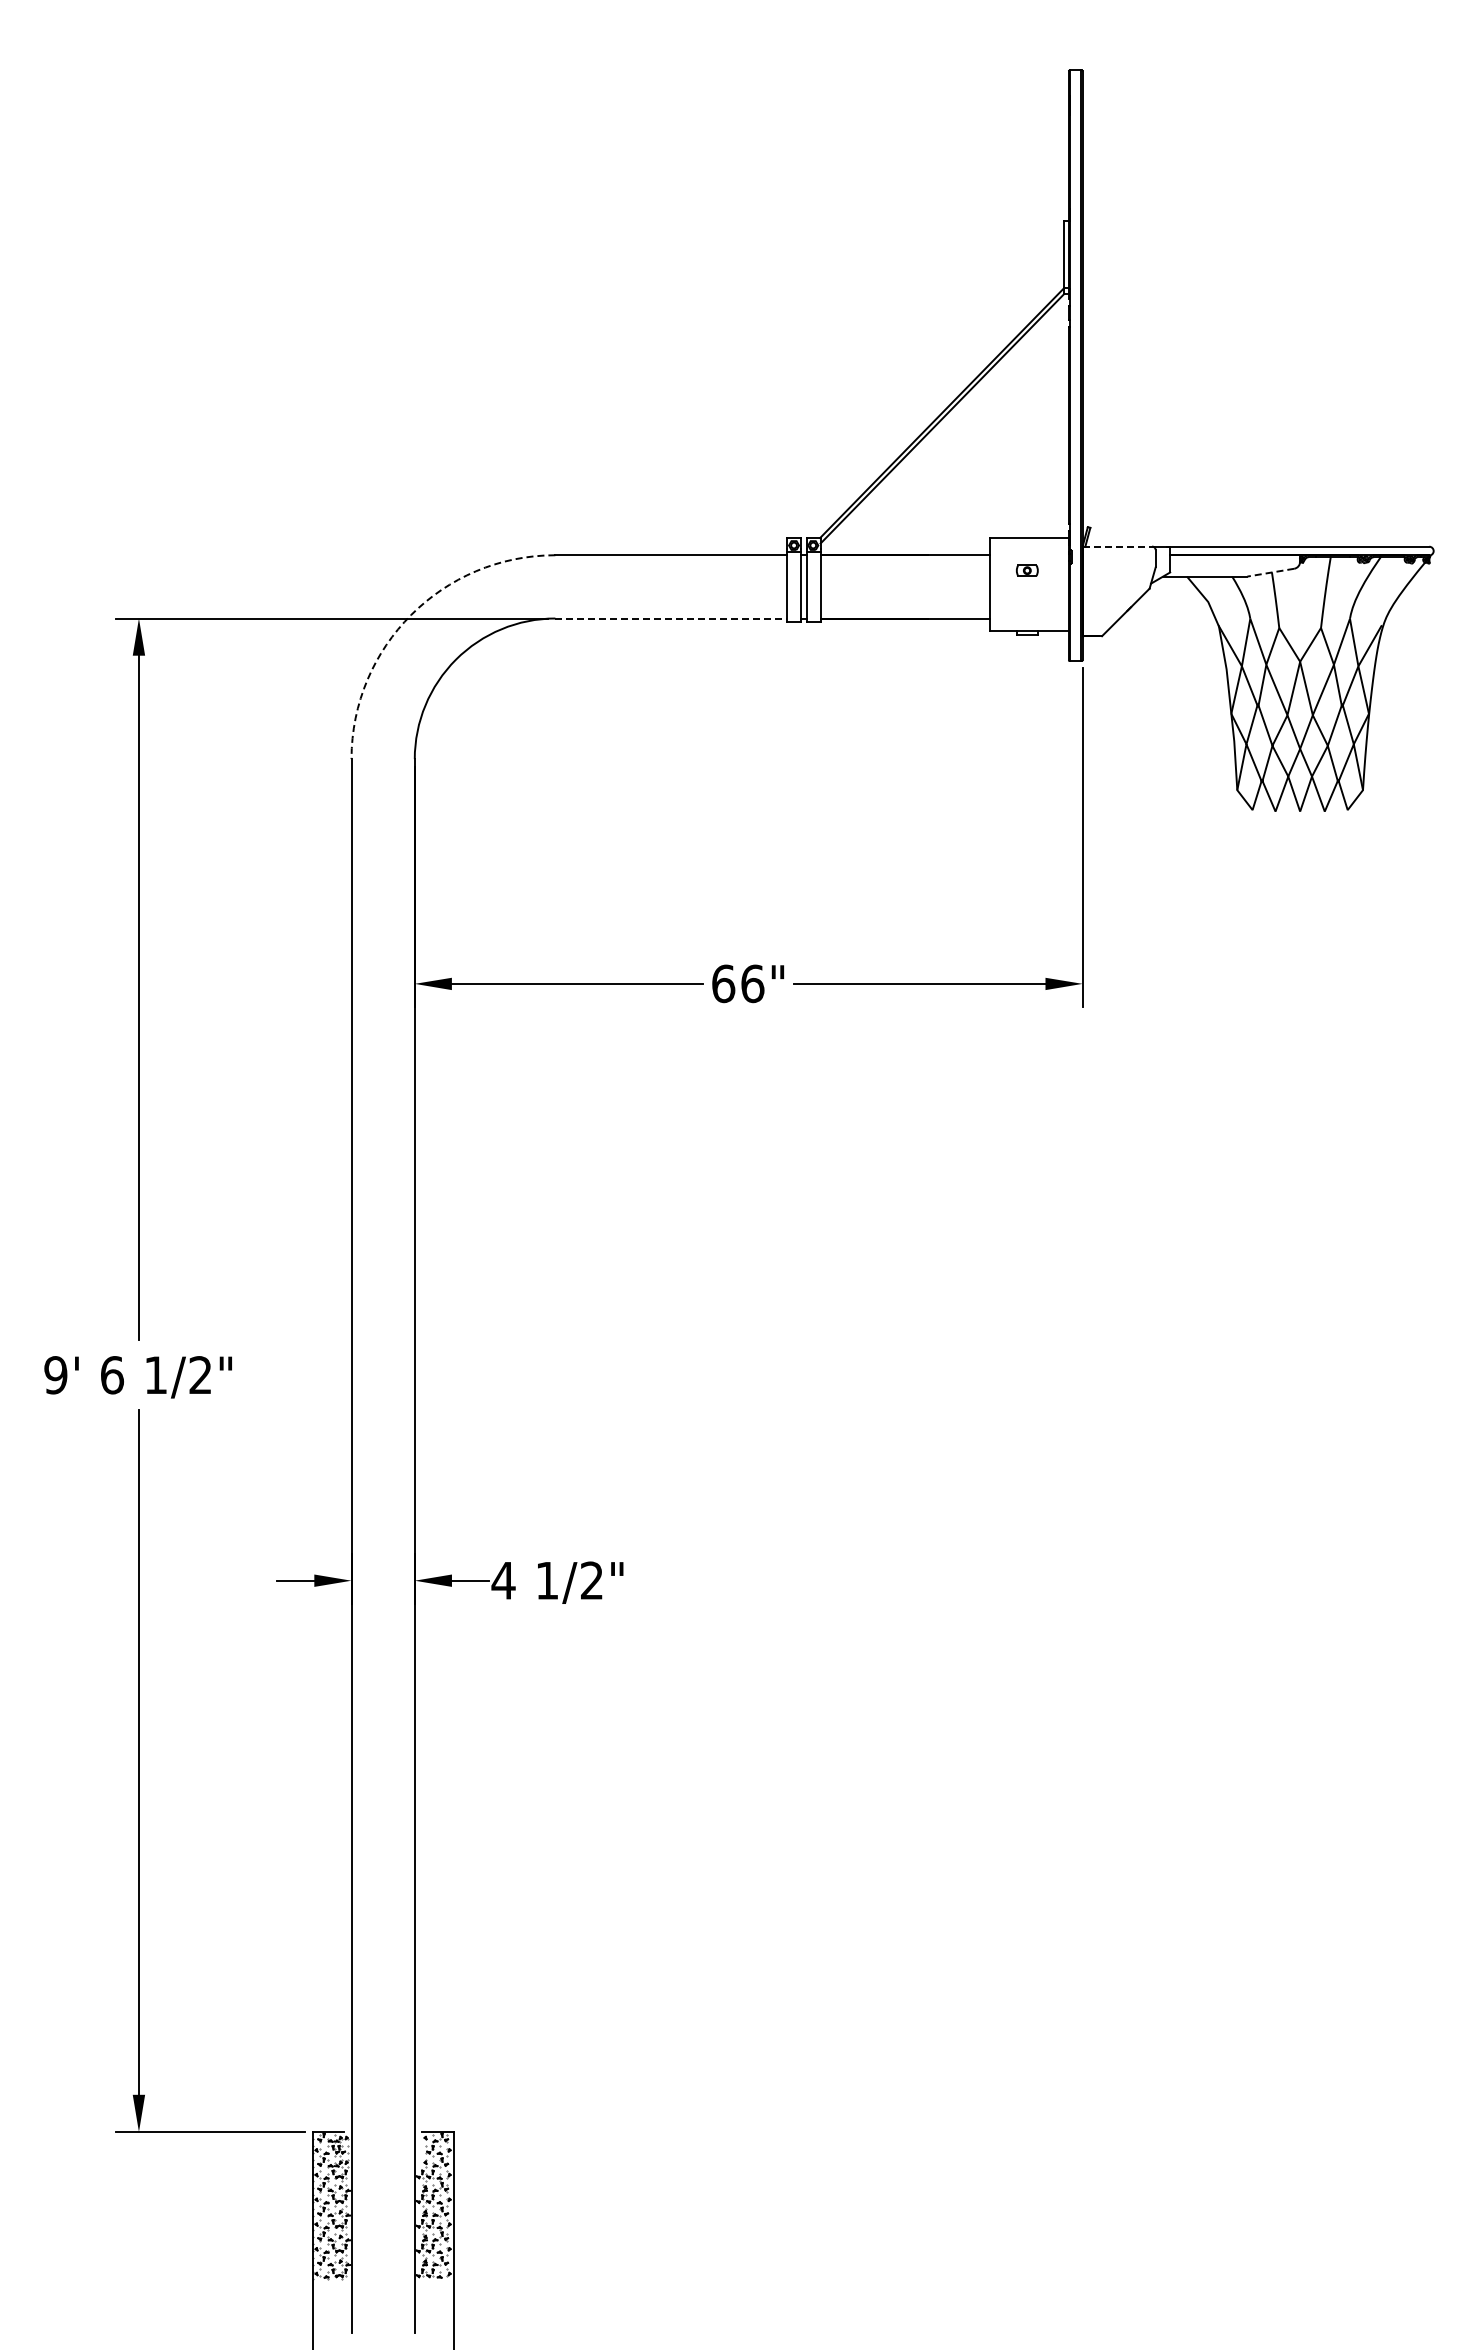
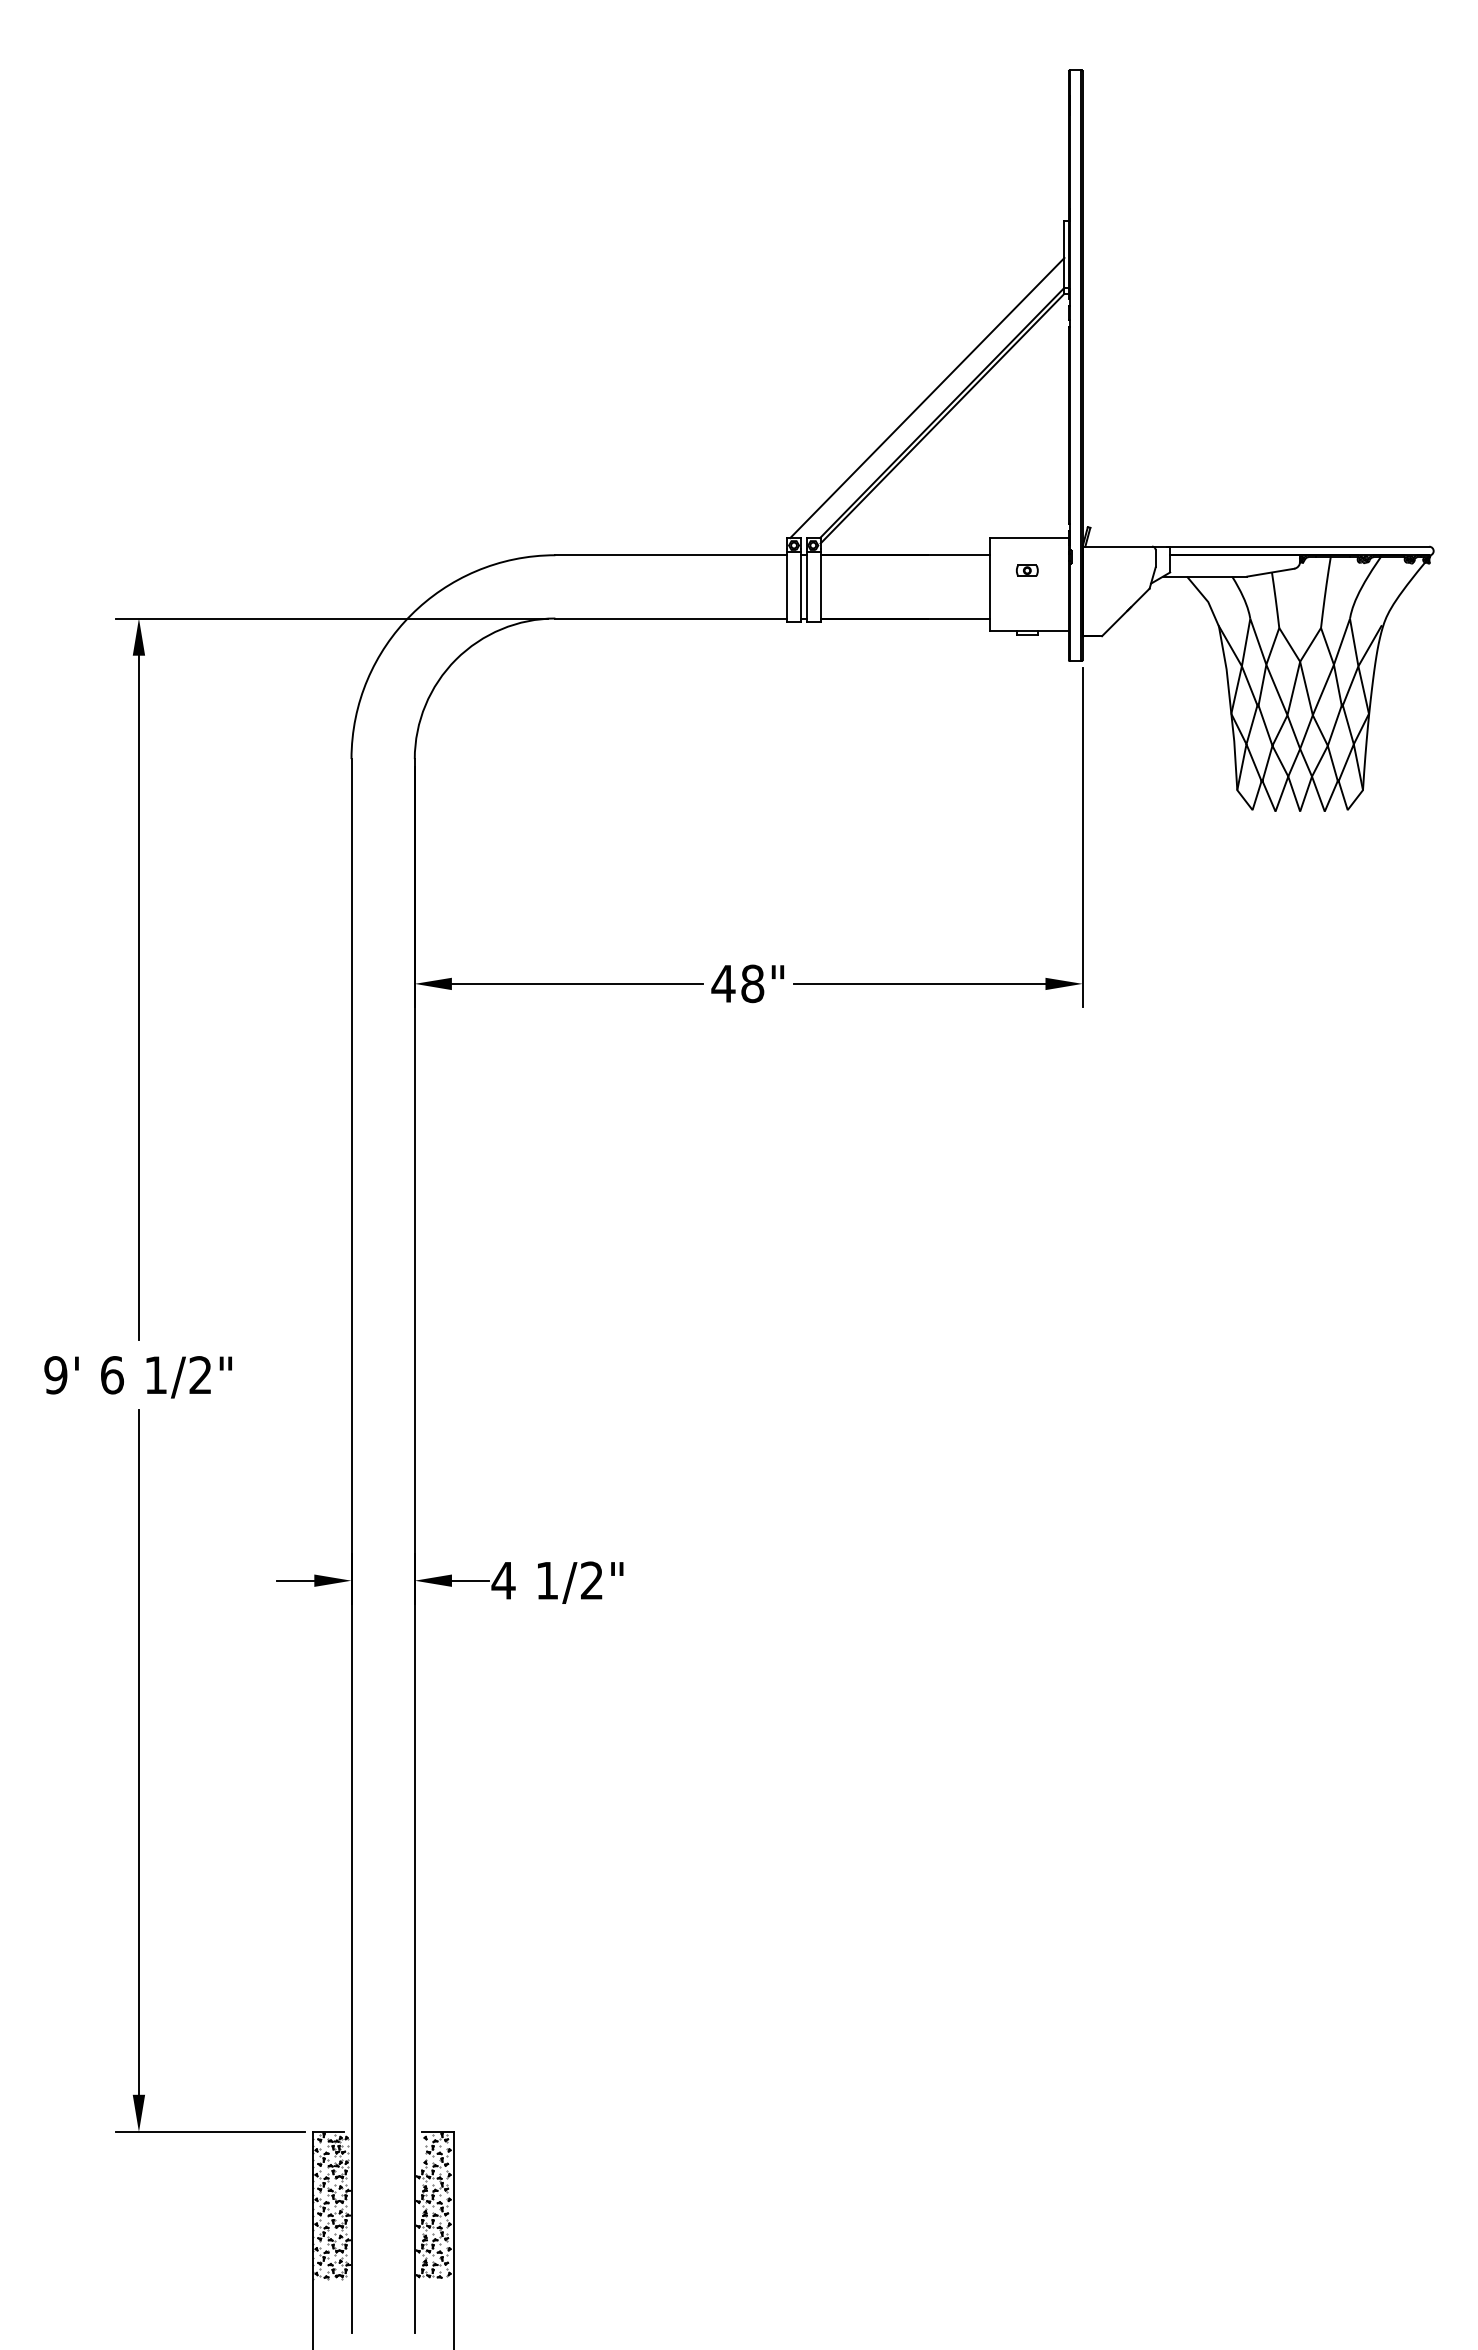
line at (927, 397): none -> present
line at (1117, 546): dashed -> solid
line at (1270, 572): dashed -> solid
arc at (411, 614): dashed -> solid
line at (671, 618): dashed -> solid
text at (737, 983): 66" -> 48"
